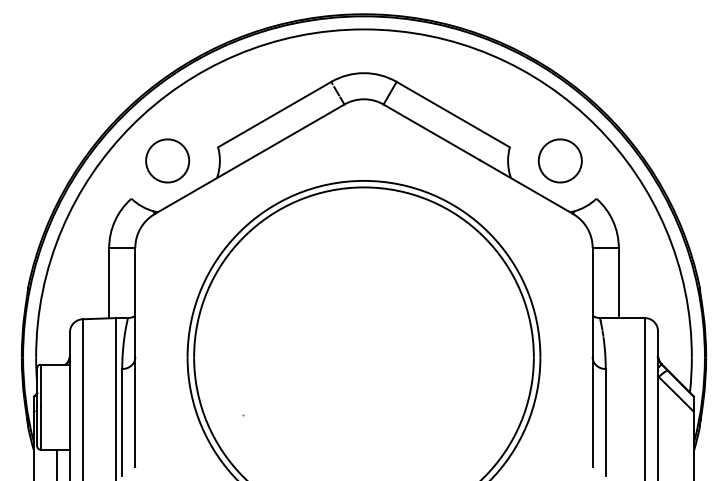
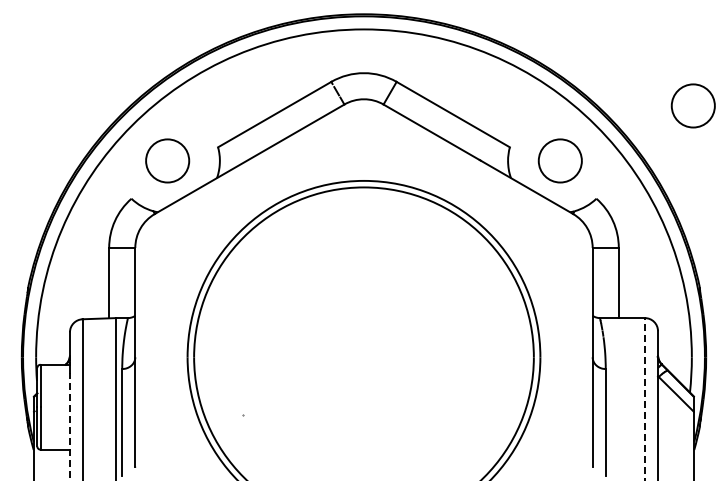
part at (692, 105): none -> present
line at (644, 399): solid -> dashed
line at (69, 426): solid -> dashed
line at (56, 463): present -> none
